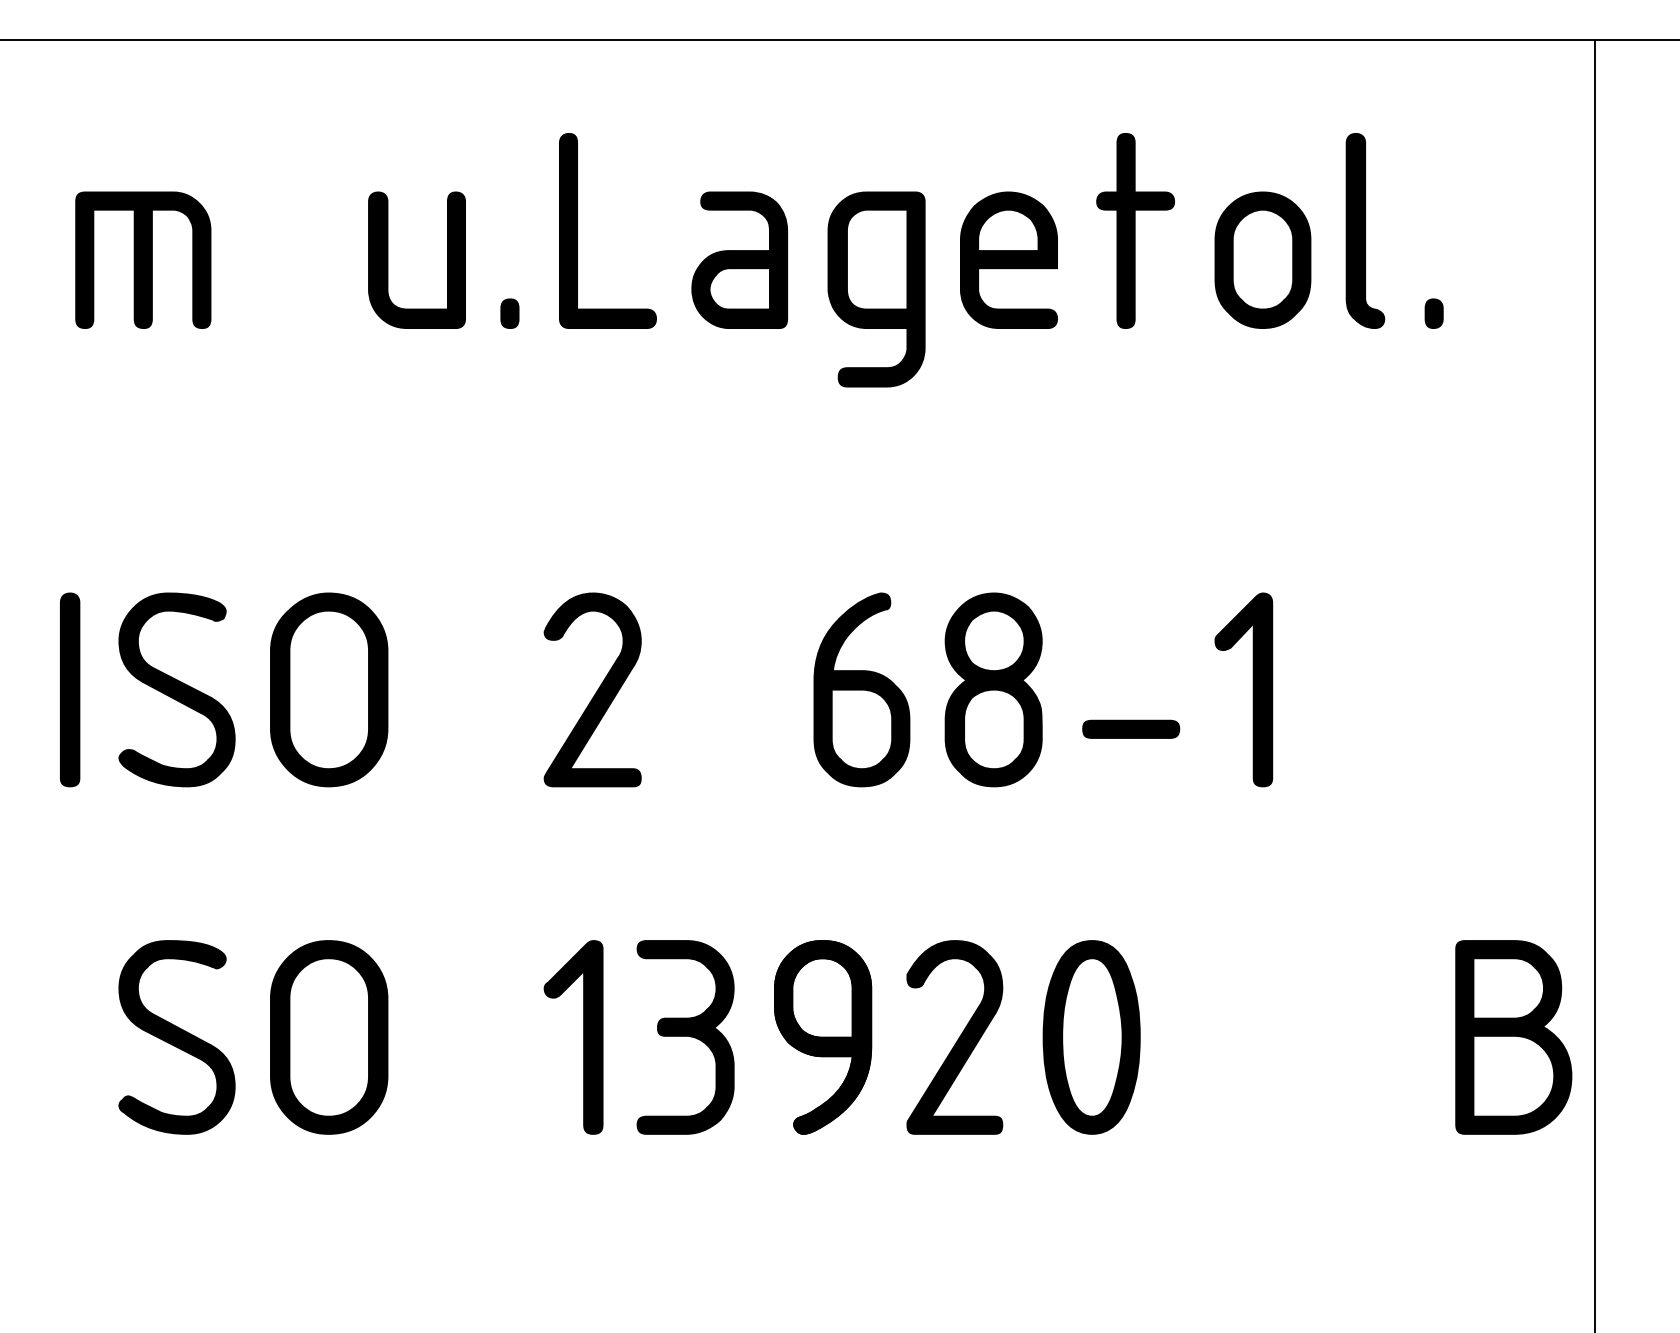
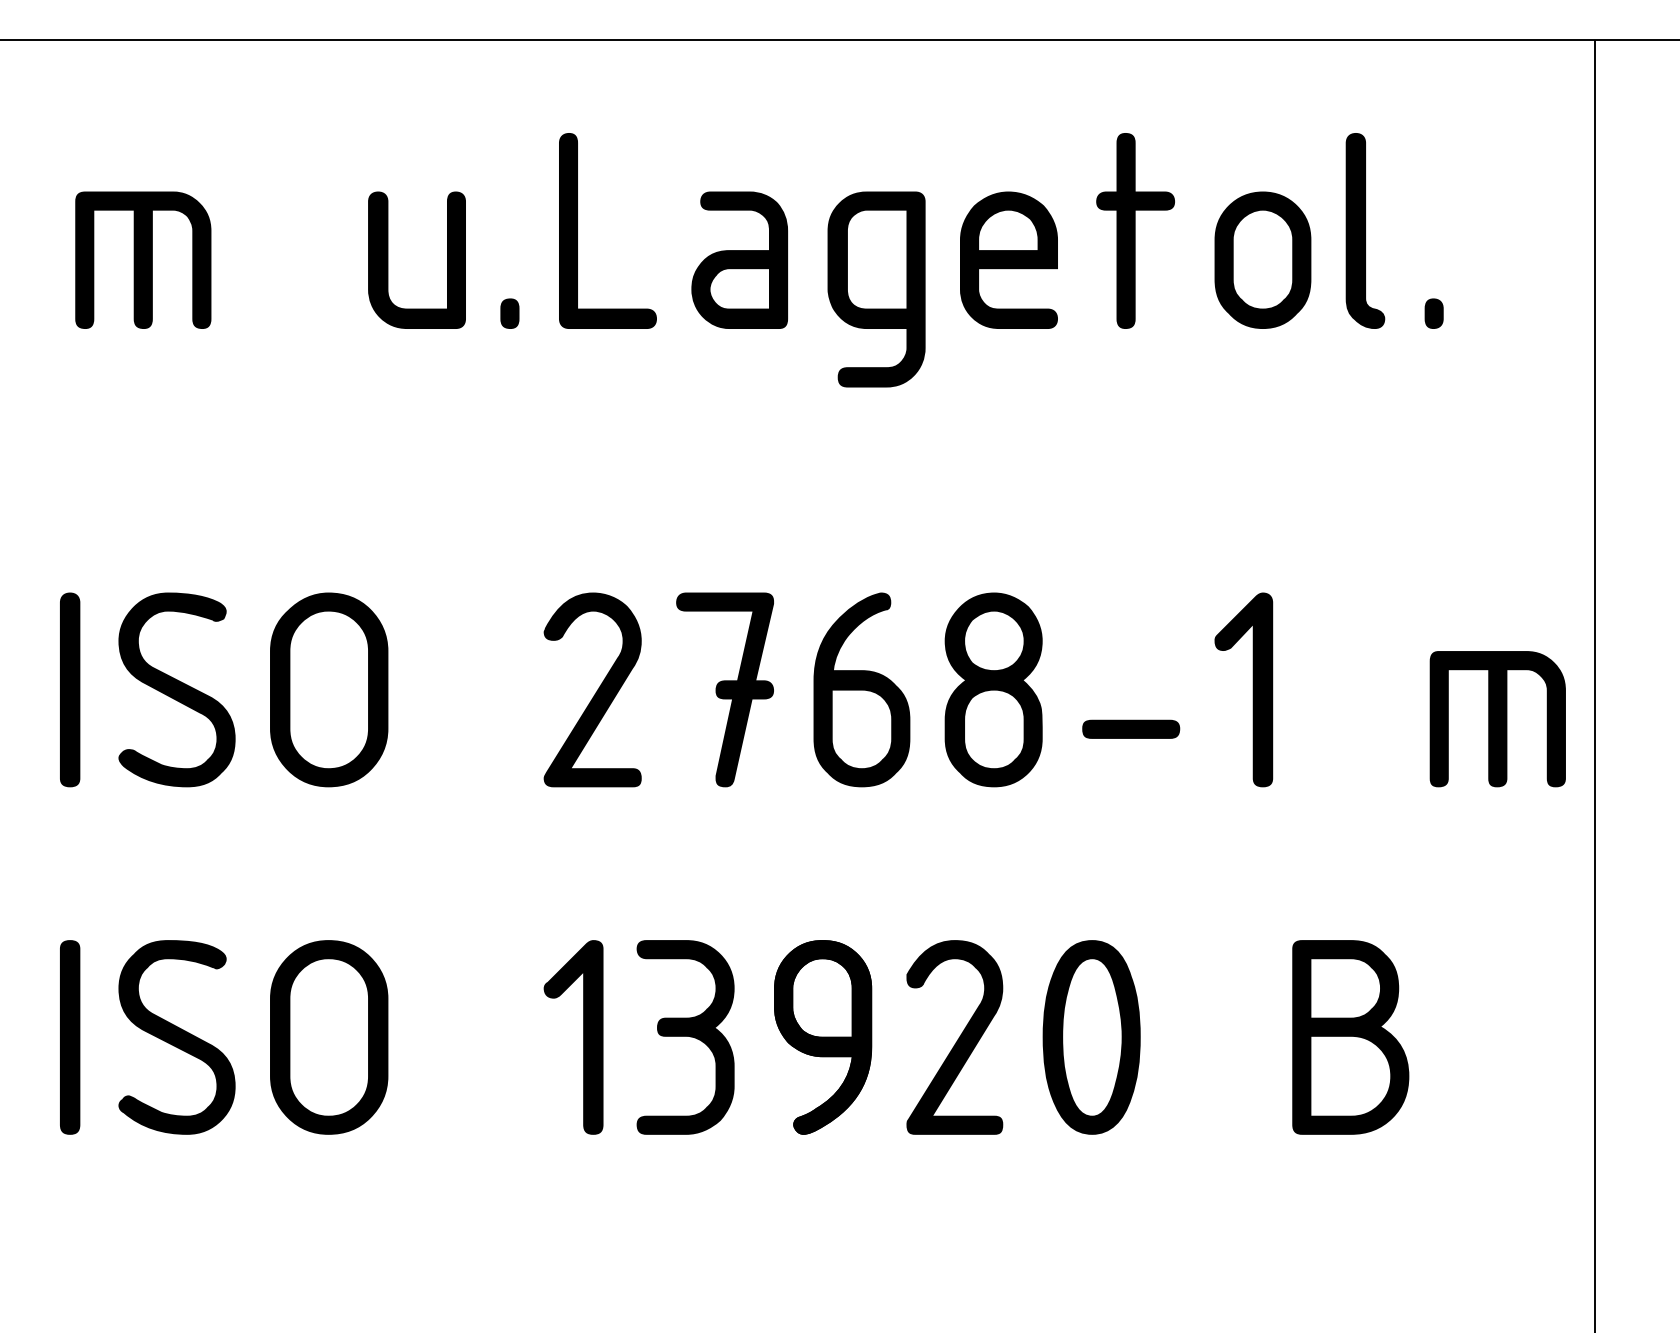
fill at (725, 689): none -> present
part at (1497, 719): none -> present
fill at (69, 1037): none -> present
part at (1513, 1037) position: (1513, 1037) -> (1350, 1037)
